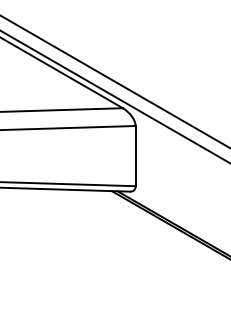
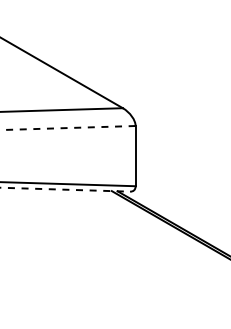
line at (114, 81): present -> none
line at (114, 96): present -> none
line at (67, 128): solid -> dashed
line at (65, 189): solid -> dashed
